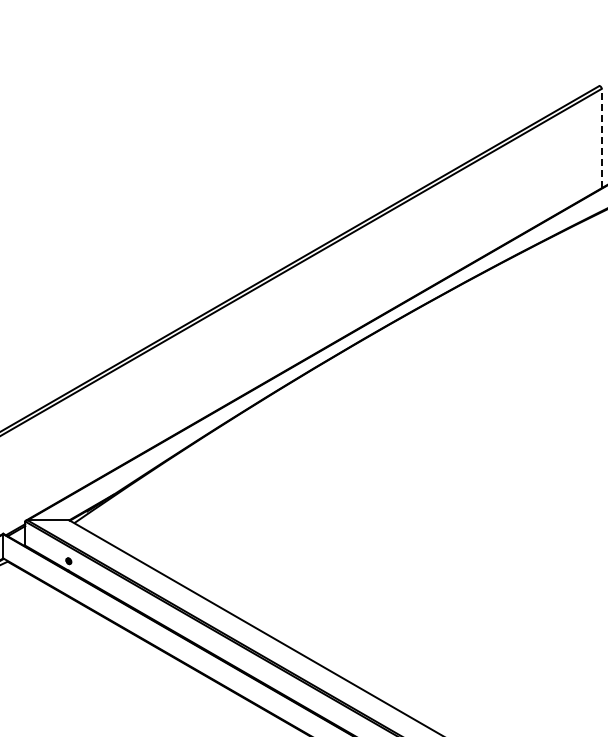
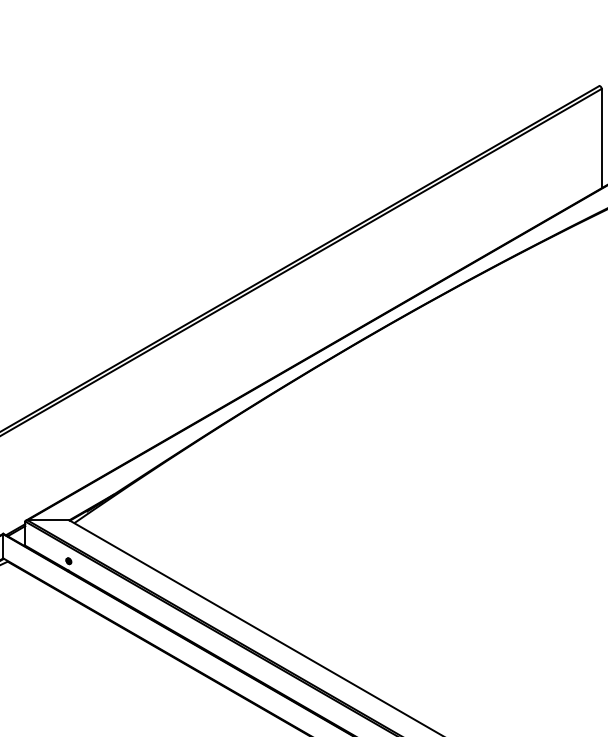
line at (601, 138): dashed -> solid
